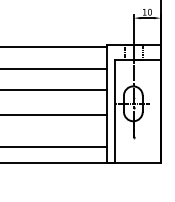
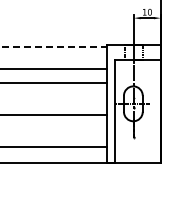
line at (54, 47): solid -> dashed
line at (54, 90) position: (54, 90) -> (54, 83)
